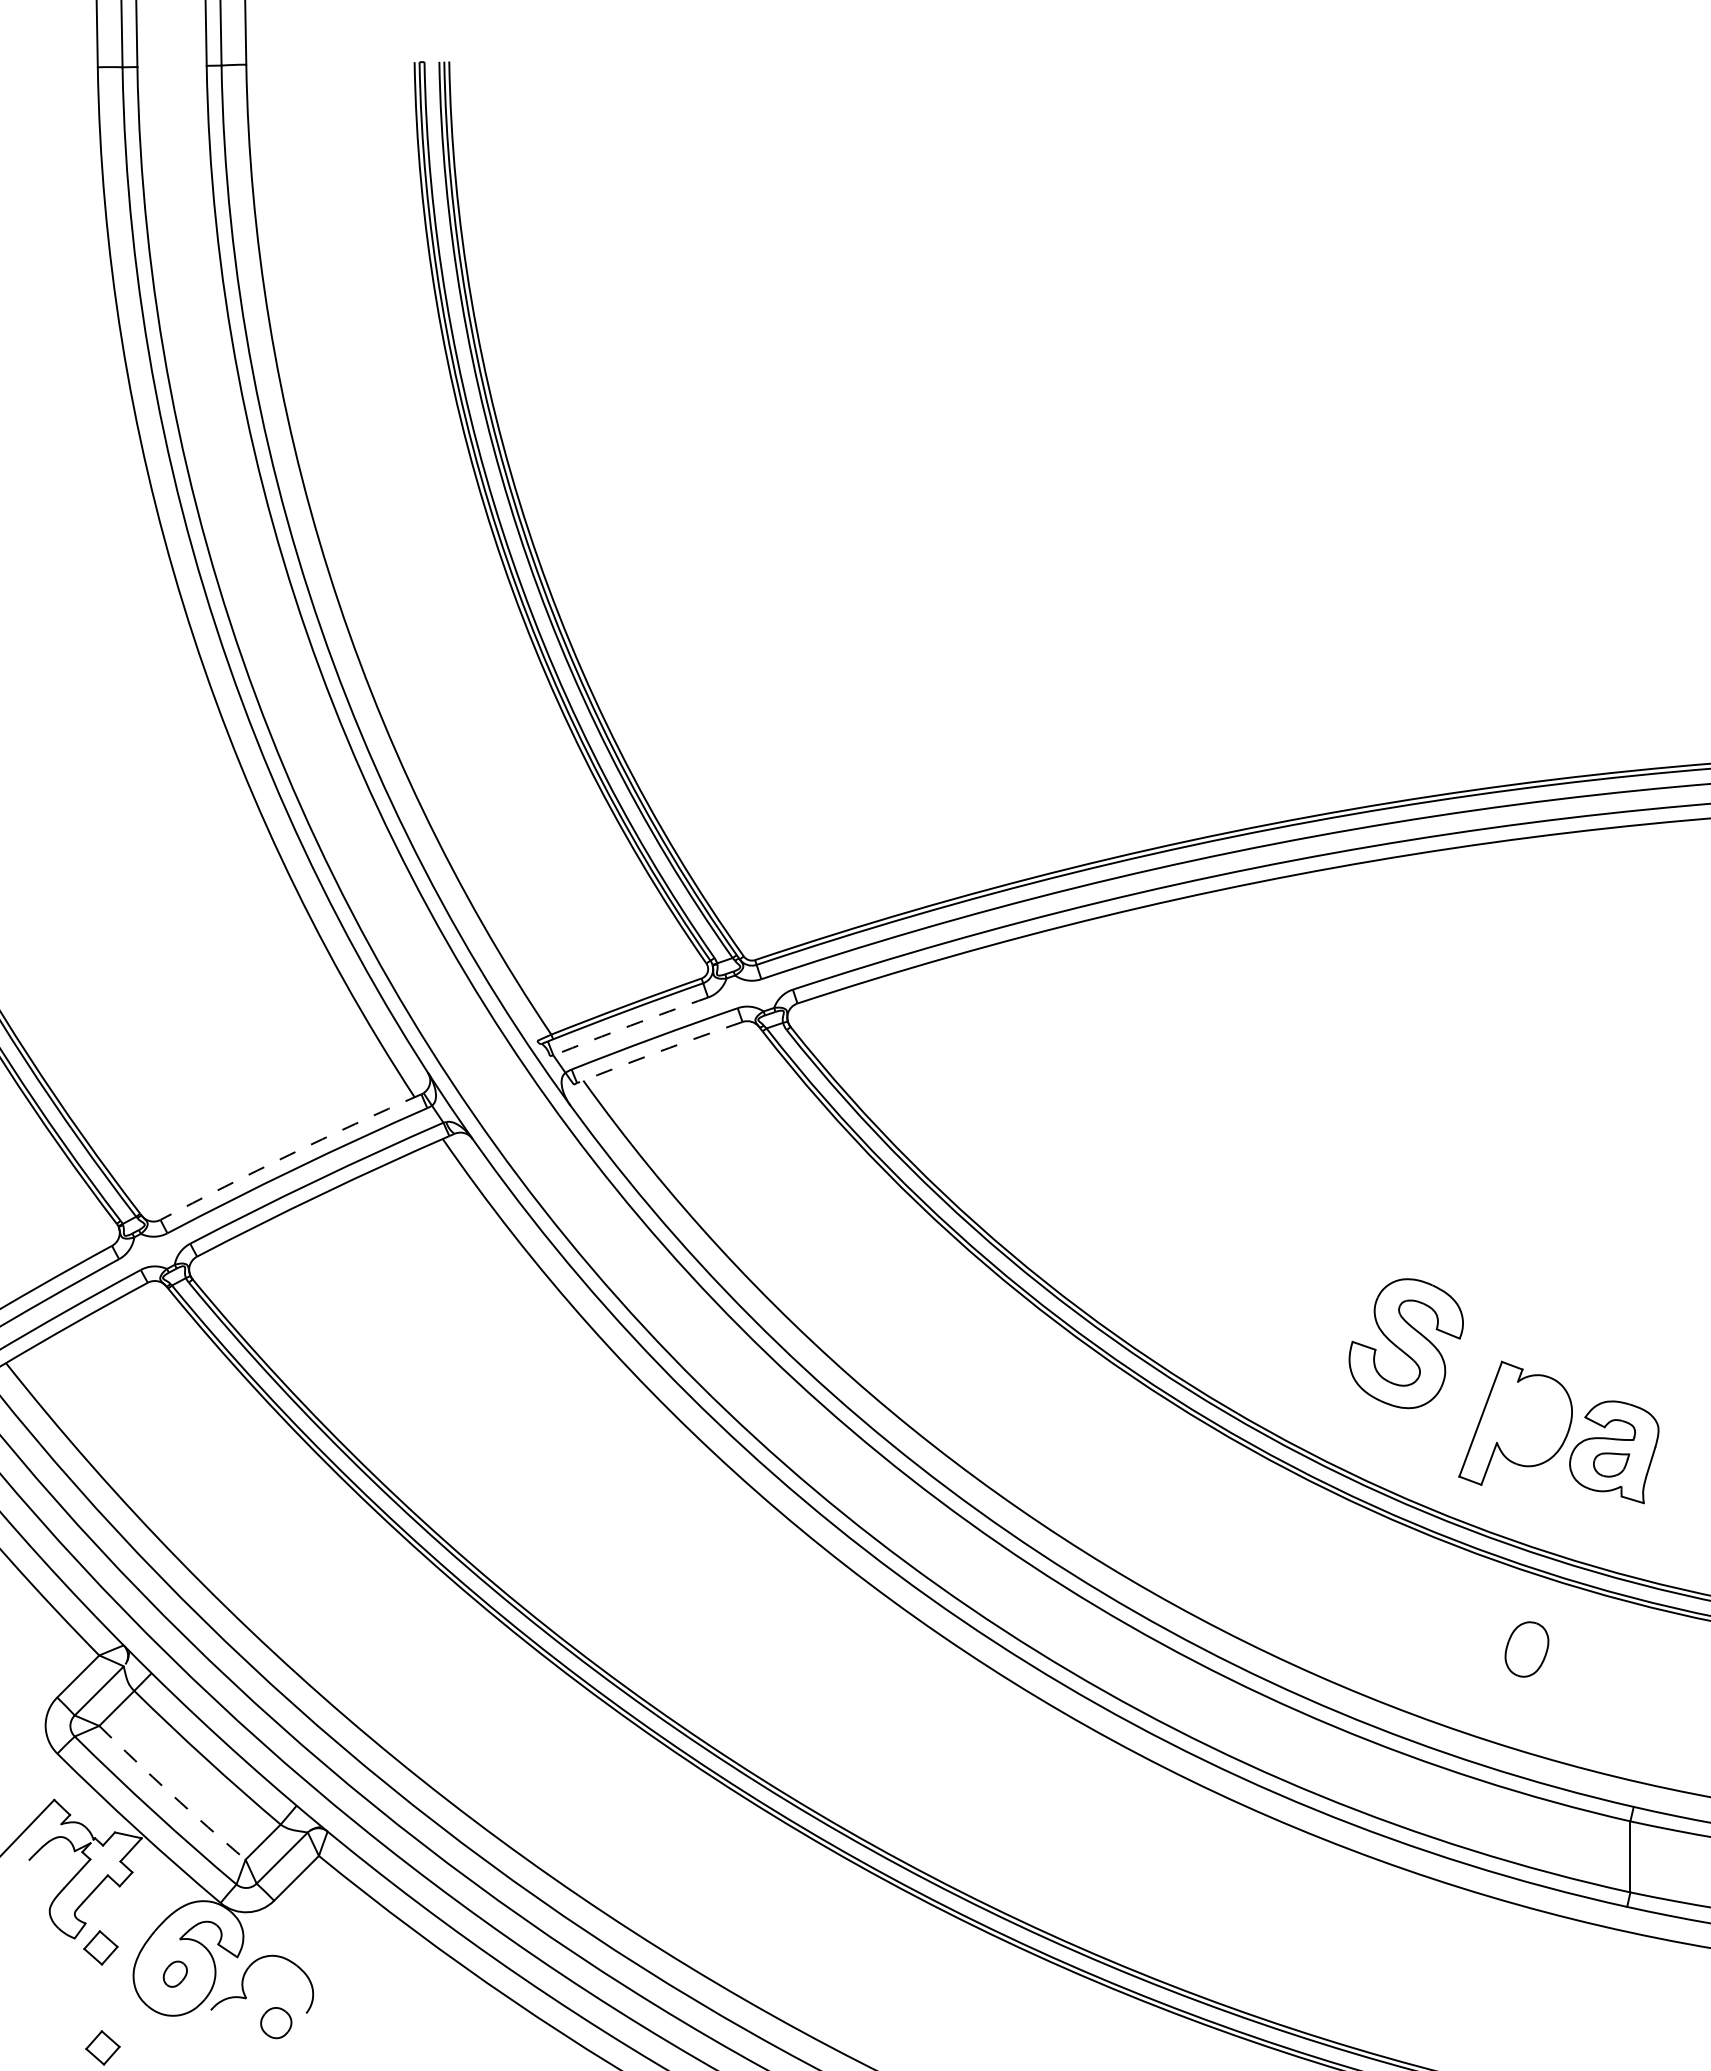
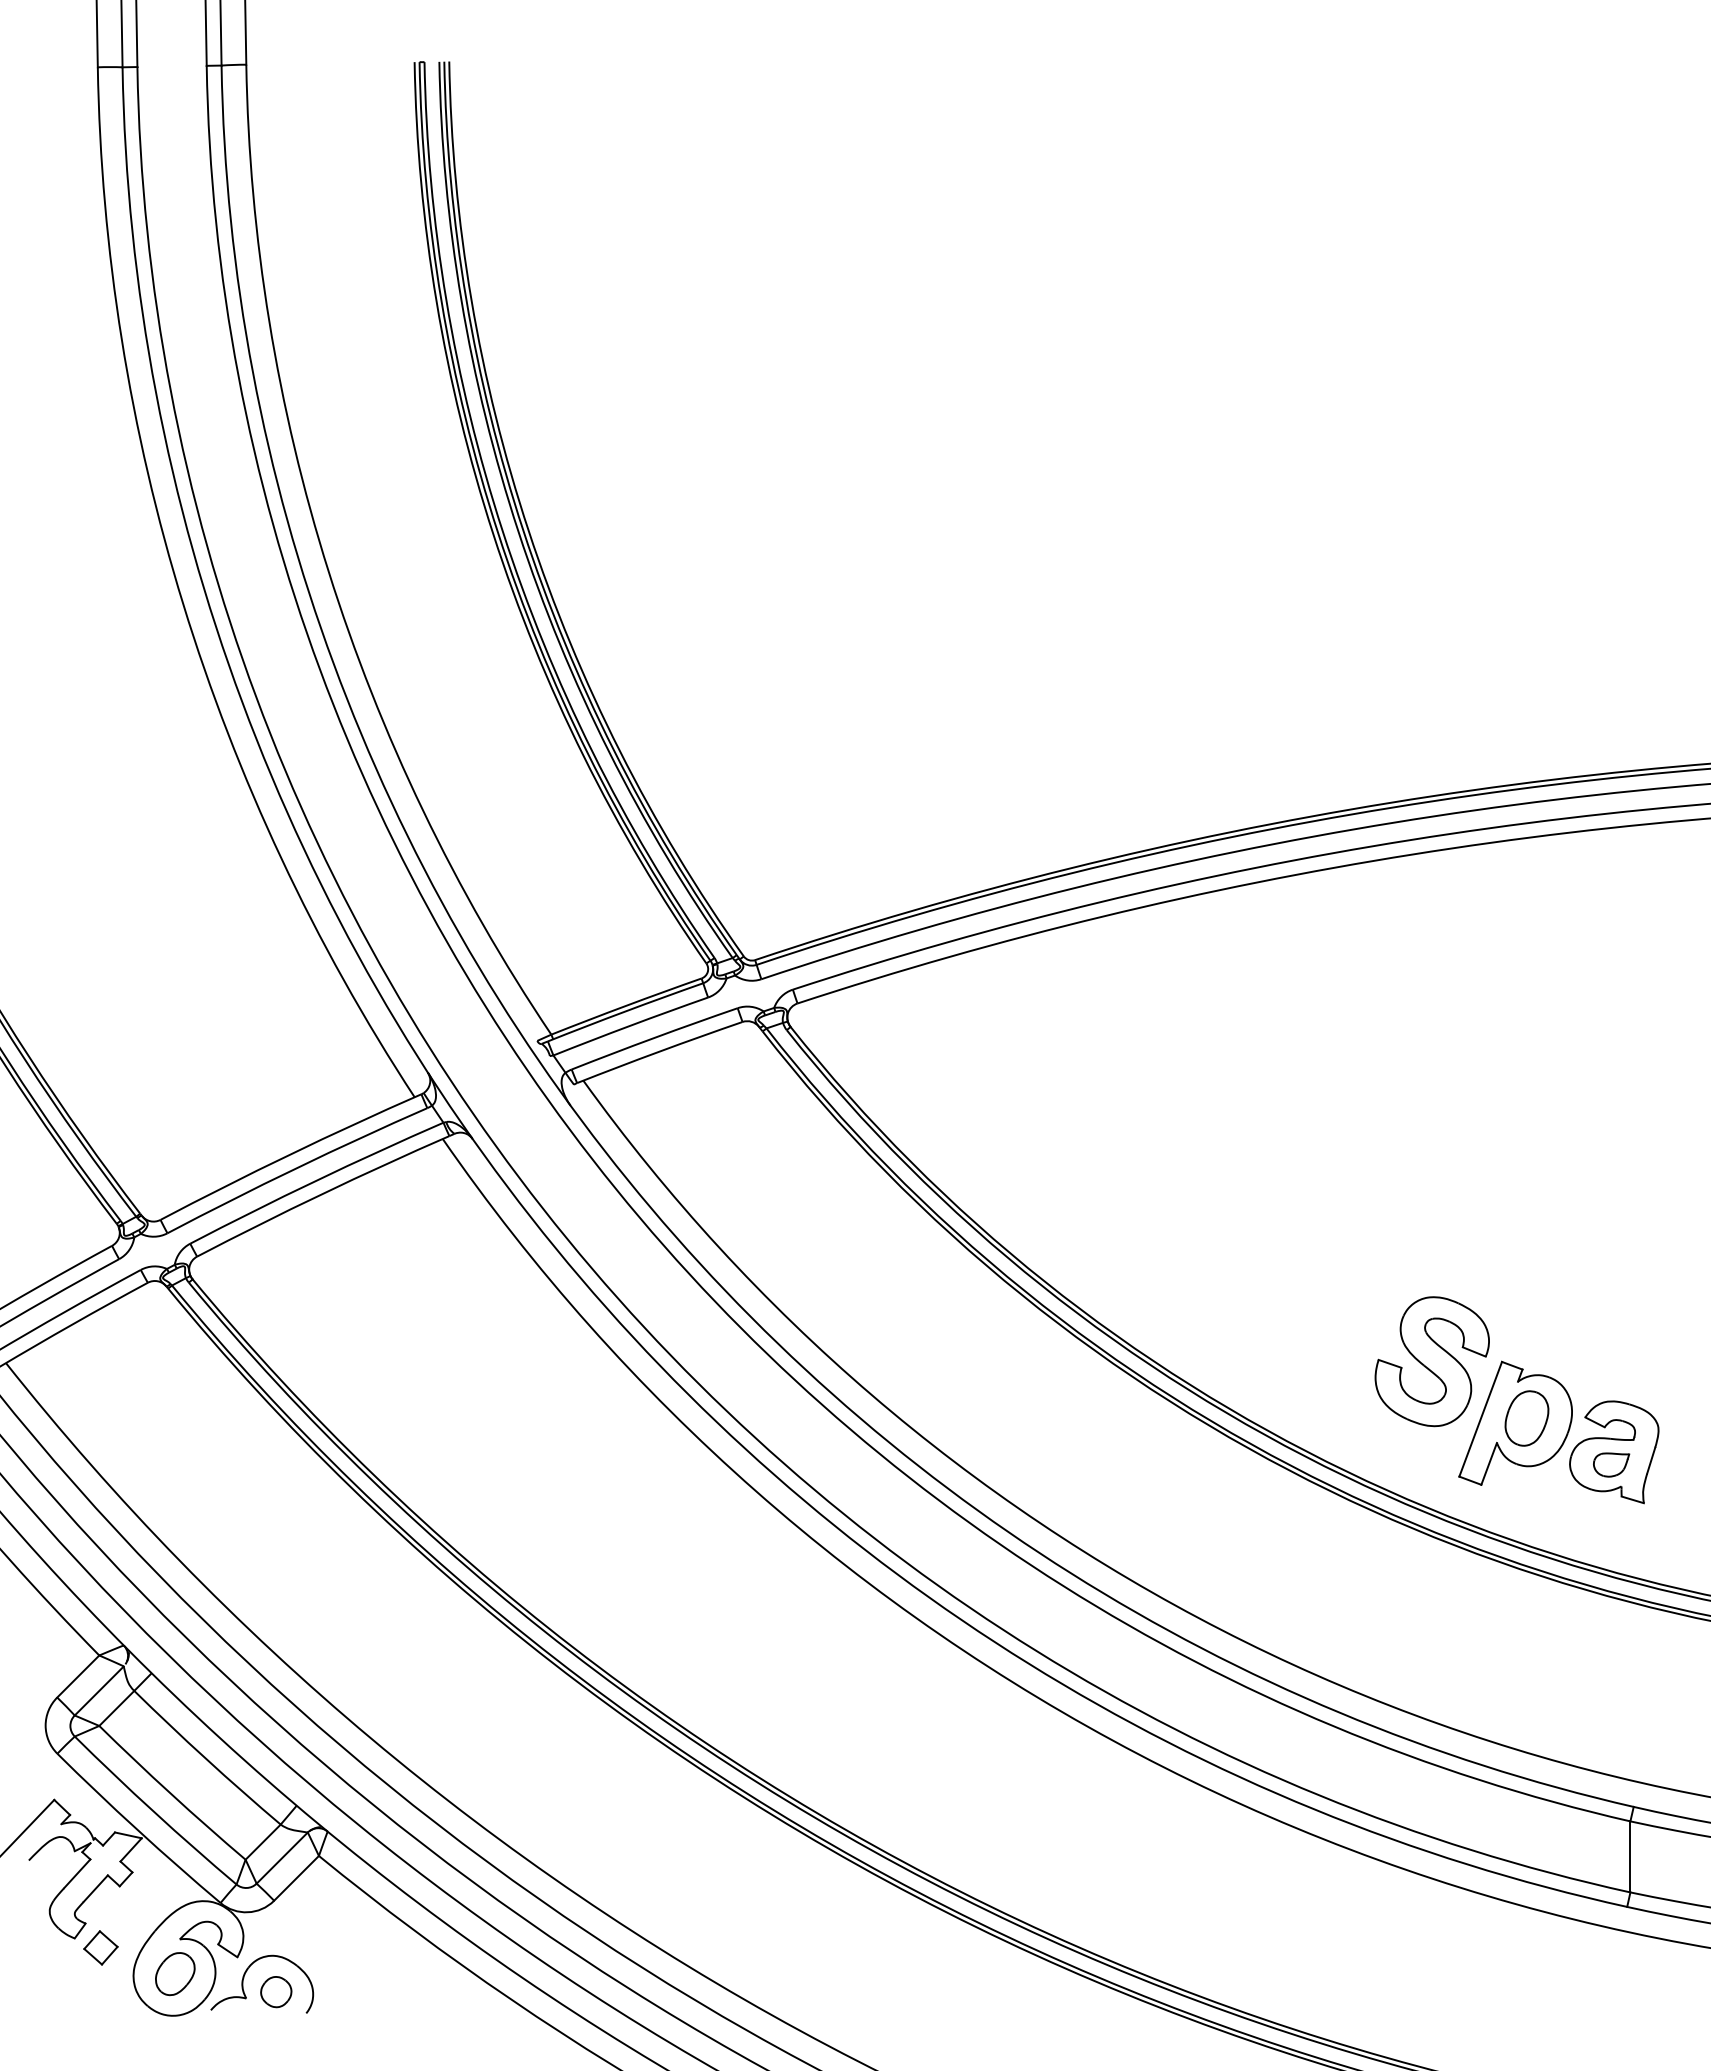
arc at (630, 1025): dashed -> solid
arc at (659, 1051): dashed -> solid
arc at (289, 1154): dashed -> solid
part at (1405, 1343) position: (1405, 1343) -> (1431, 1361)
part at (1526, 1649) position: (1526, 1649) -> (1526, 1418)
arc at (171, 1794): dashed -> solid
part at (174, 1973) size: 26x28 px -> 41x45 px
part at (276, 2023) position: (276, 2023) -> (276, 1992)
part at (102, 2047): present -> none
